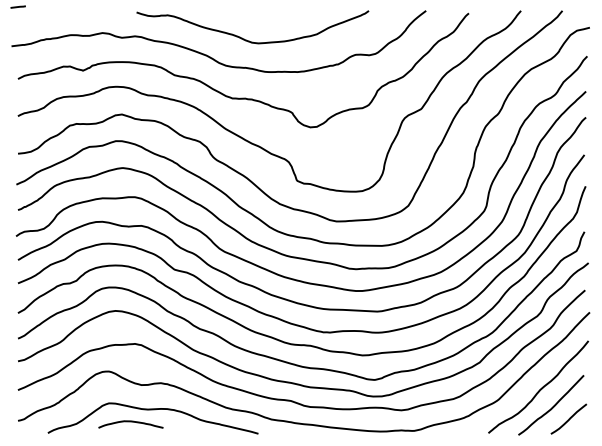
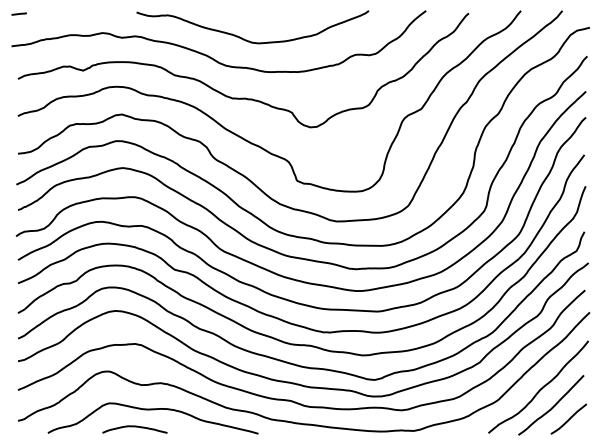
line at (17, 6) position: (17, 6) -> (18, 13)
curve at (130, 422) position: (130, 422) -> (134, 427)
